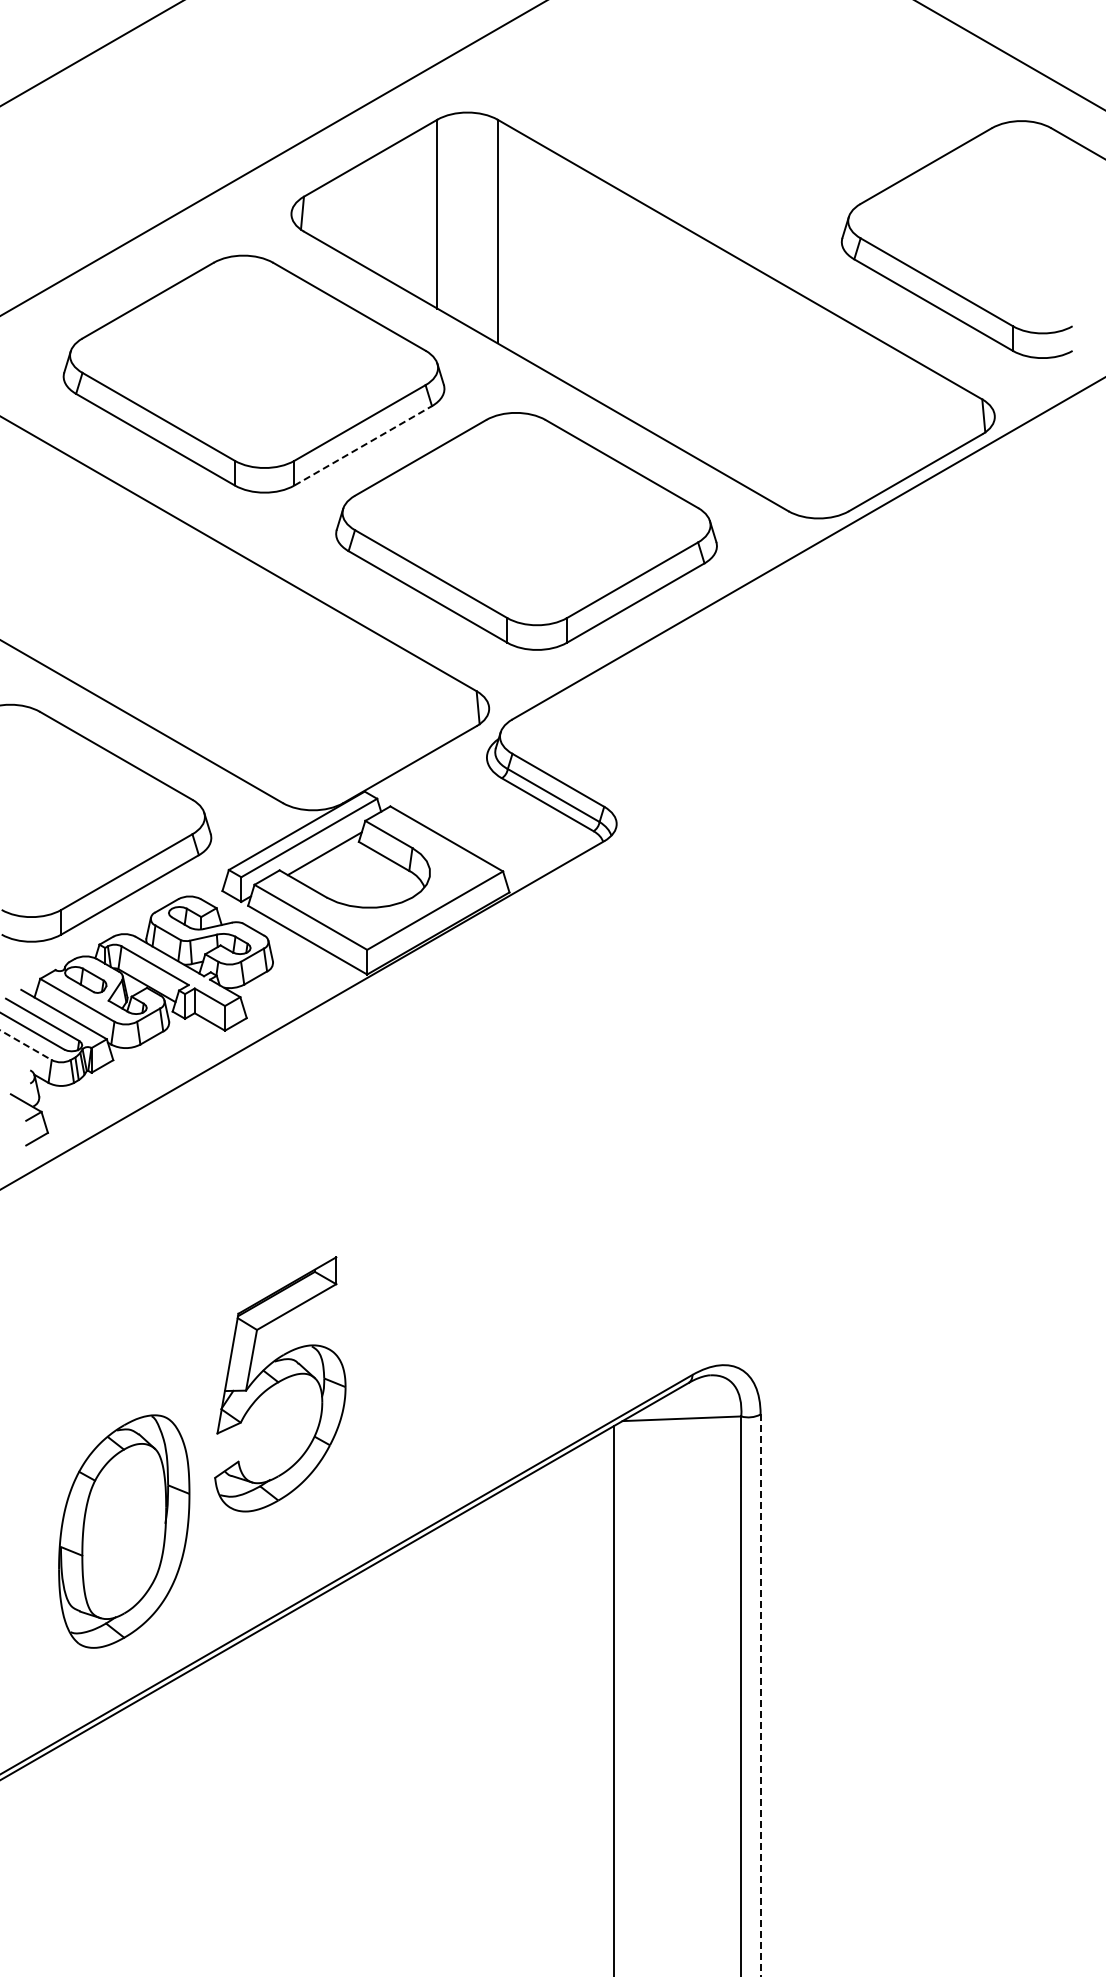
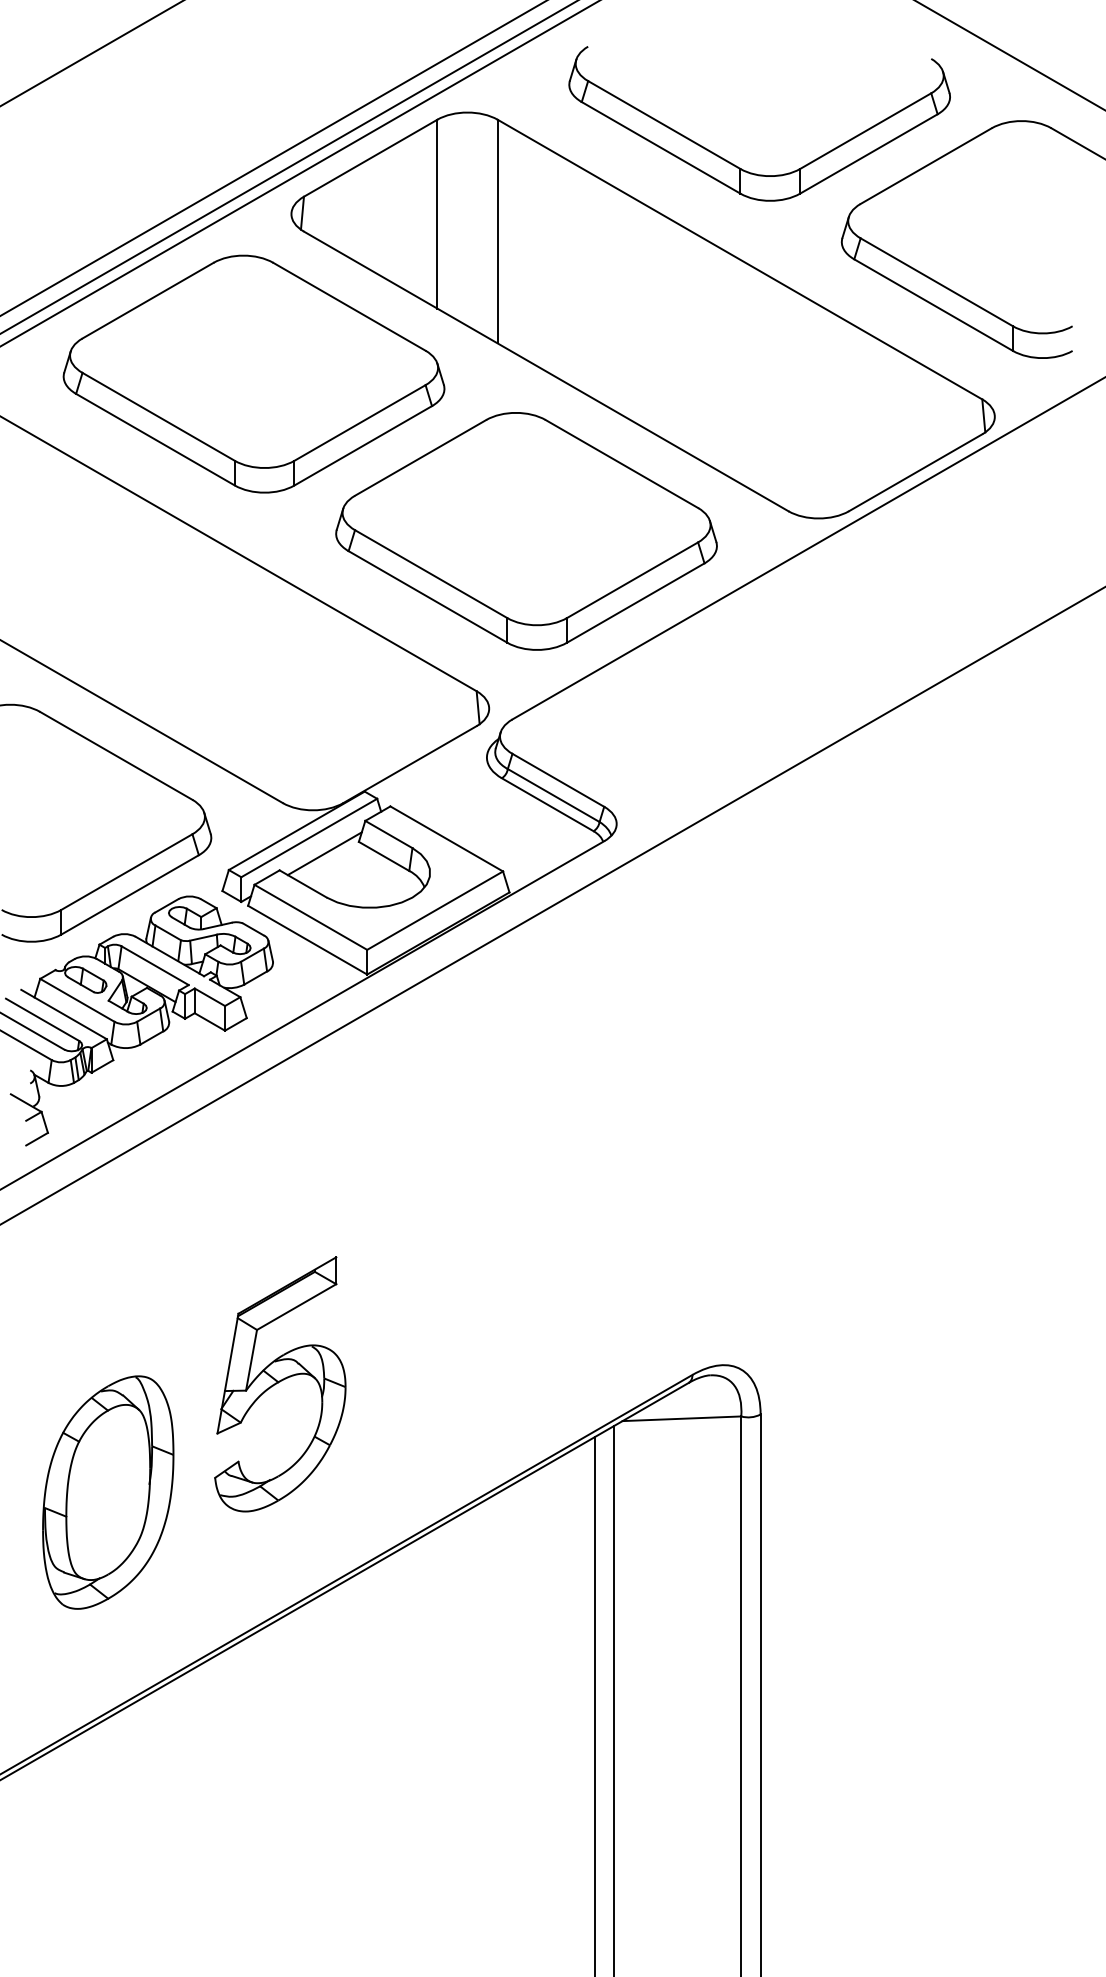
part at (733, 163): none -> present
line at (288, 167): none -> present
line at (299, 173): none -> present
line at (363, 445): dashed -> solid
line at (552, 905): none -> present
line at (26, 1045): dashed -> solid
part at (124, 1531) position: (124, 1531) -> (108, 1492)
line at (760, 1695): dashed -> solid
line at (594, 1705): none -> present
